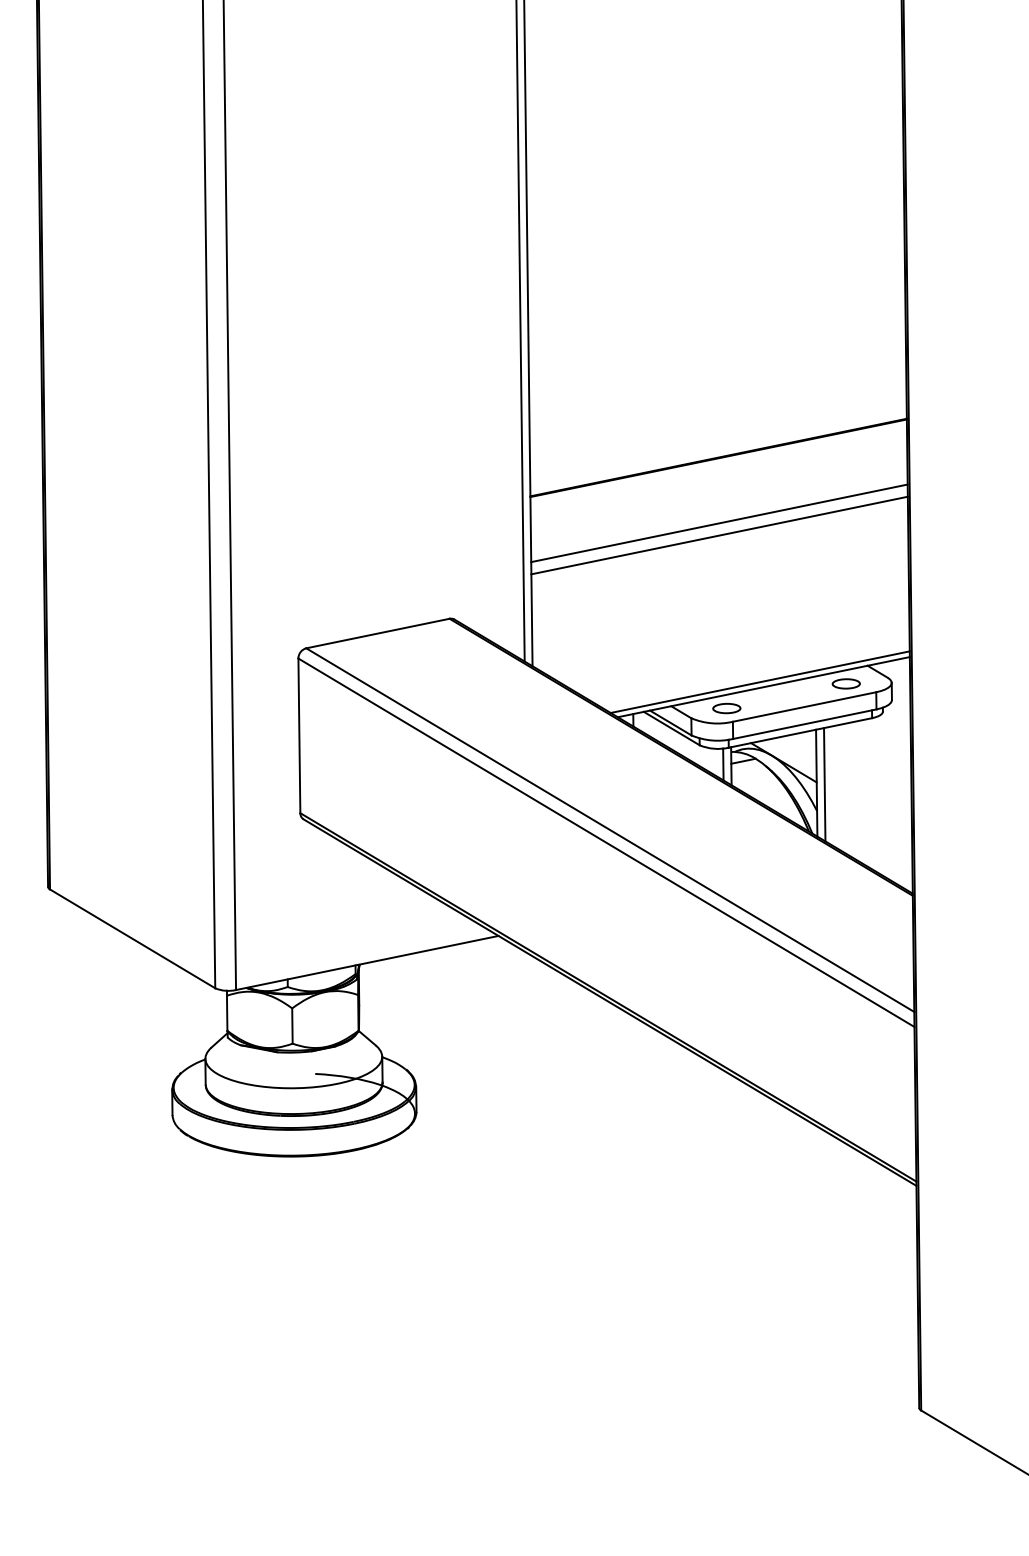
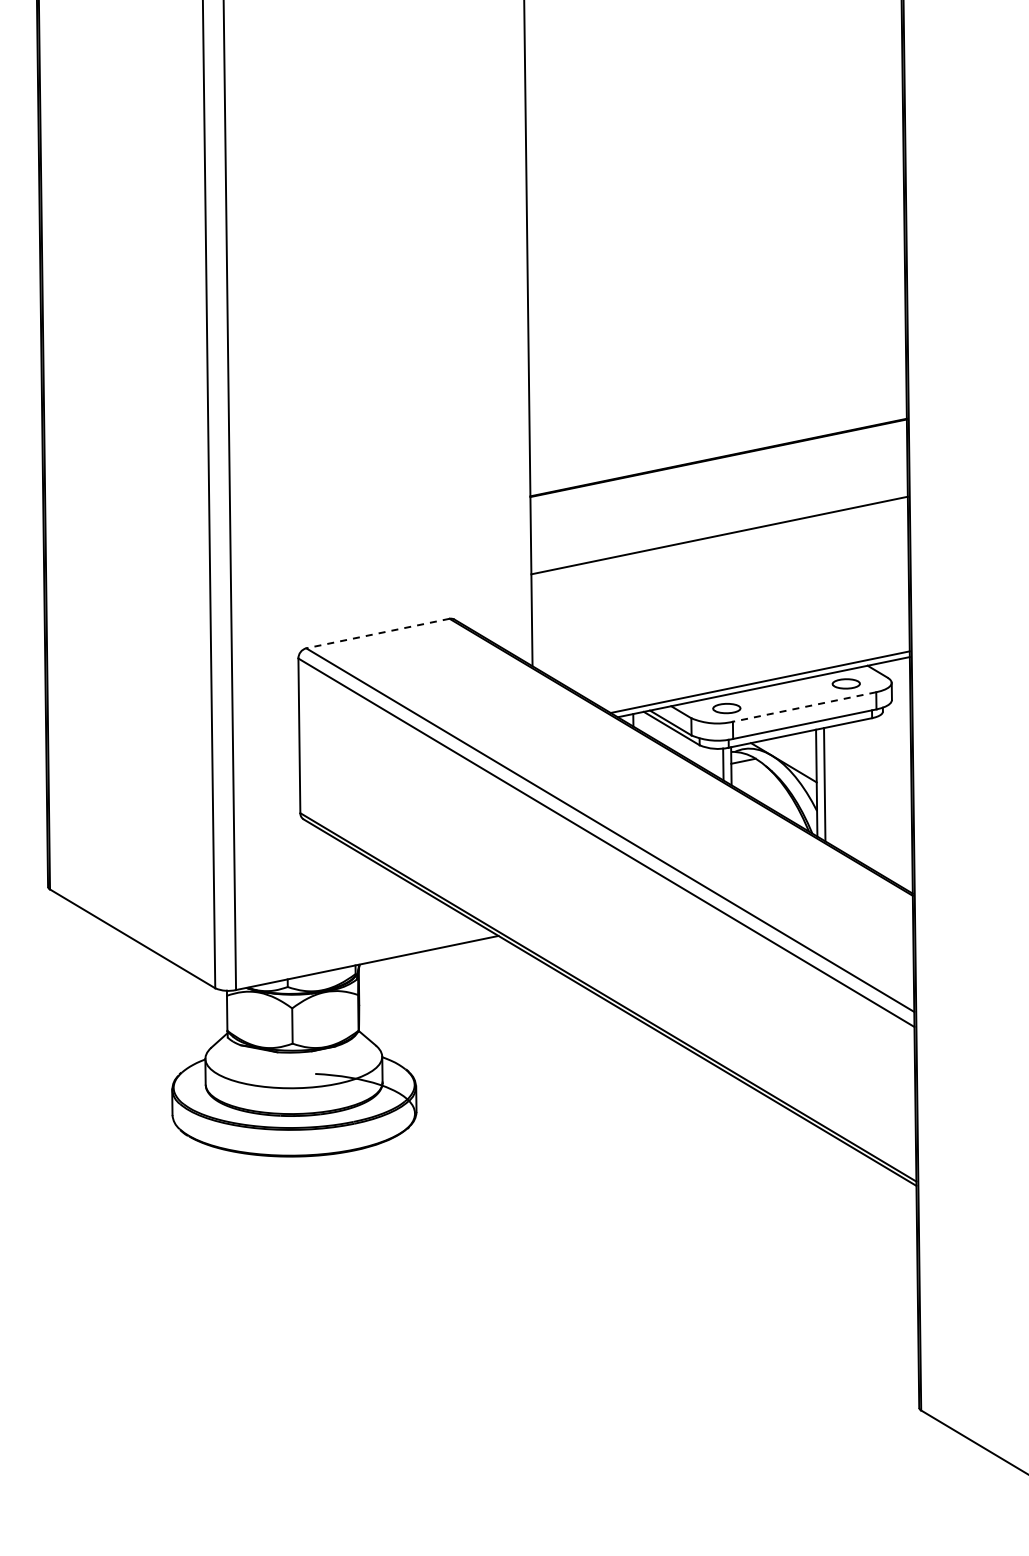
line at (520, 331): present -> none
line at (719, 523): present -> none
line at (377, 633): solid -> dashed
line at (804, 707): solid -> dashed
